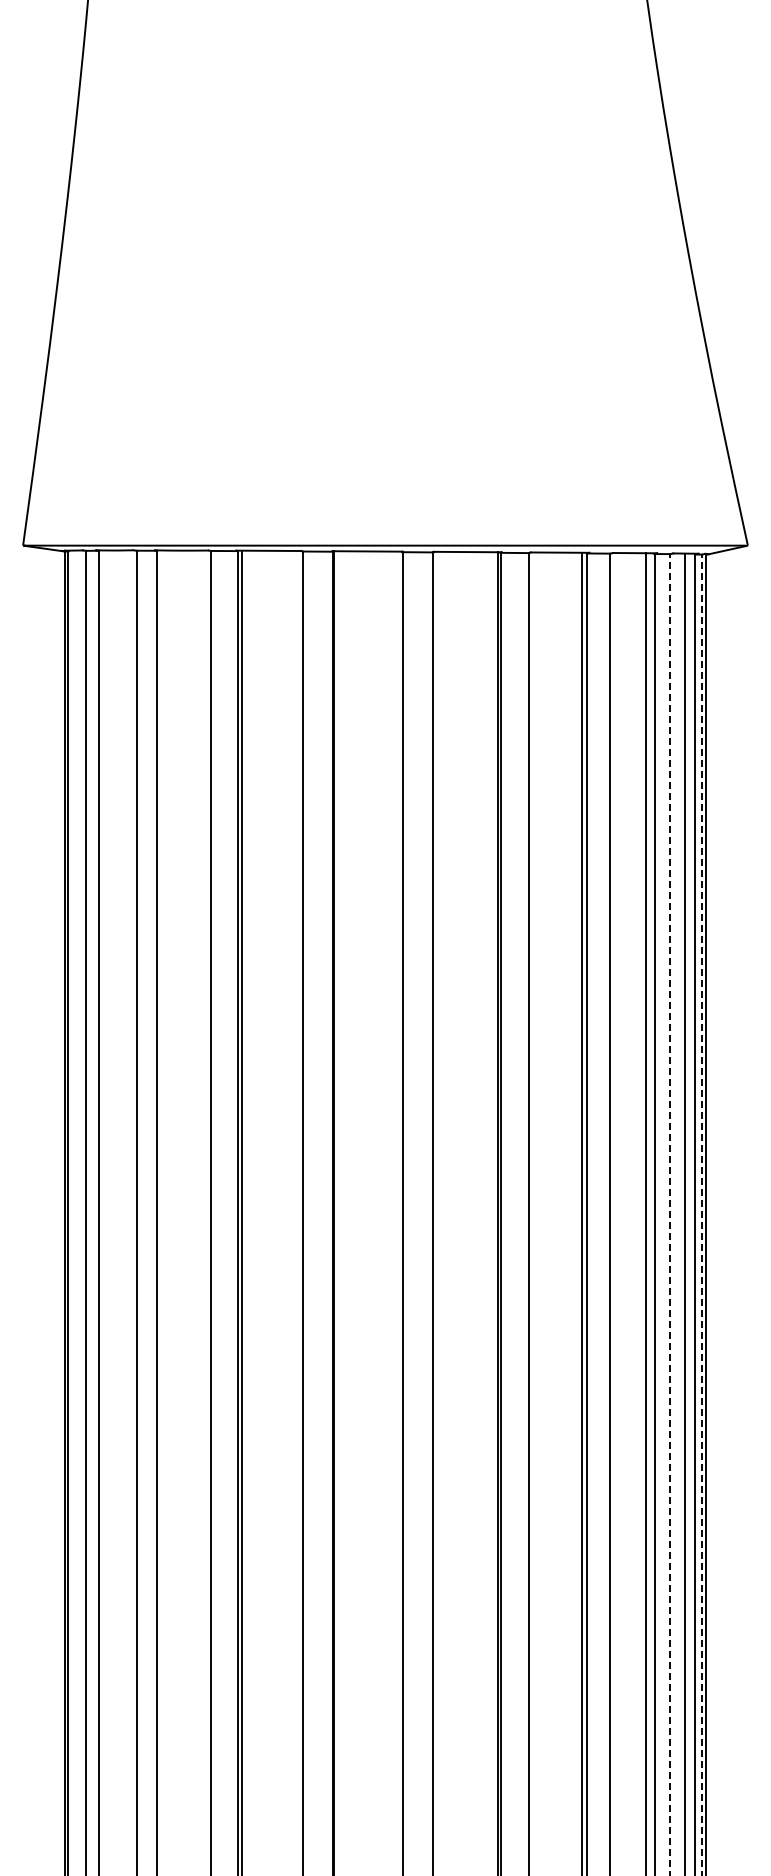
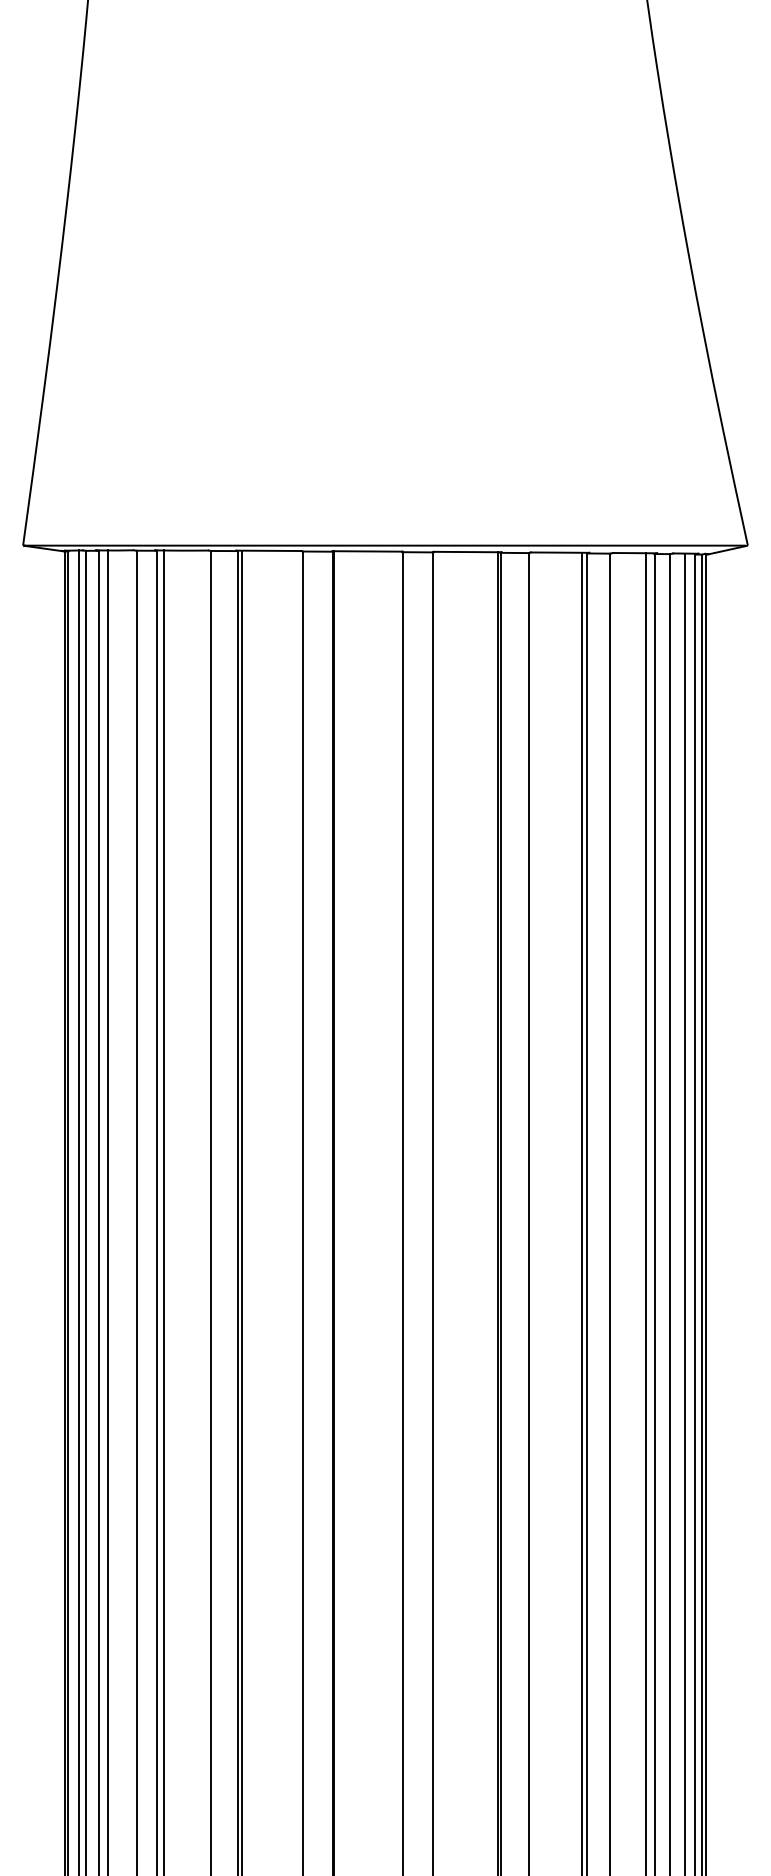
line at (78, 1211): none -> present
line at (107, 1211): none -> present
line at (163, 1211): none -> present
line at (670, 1214): dashed -> solid
line at (701, 1214): dashed -> solid
